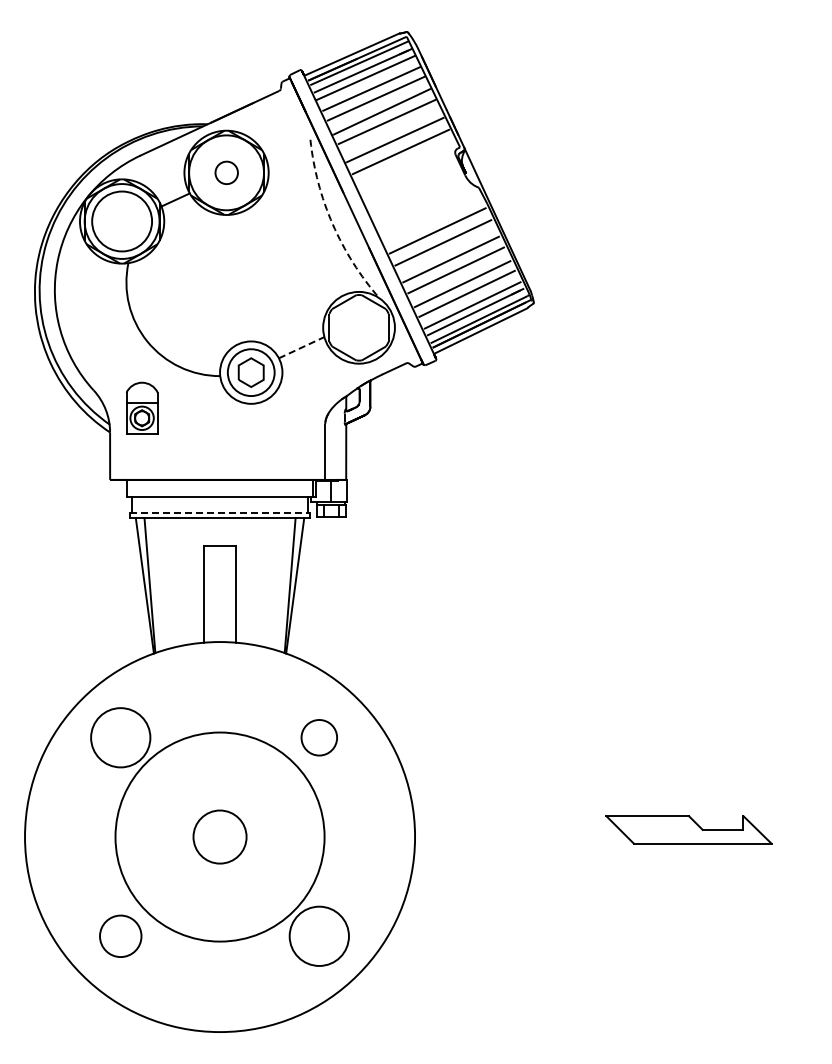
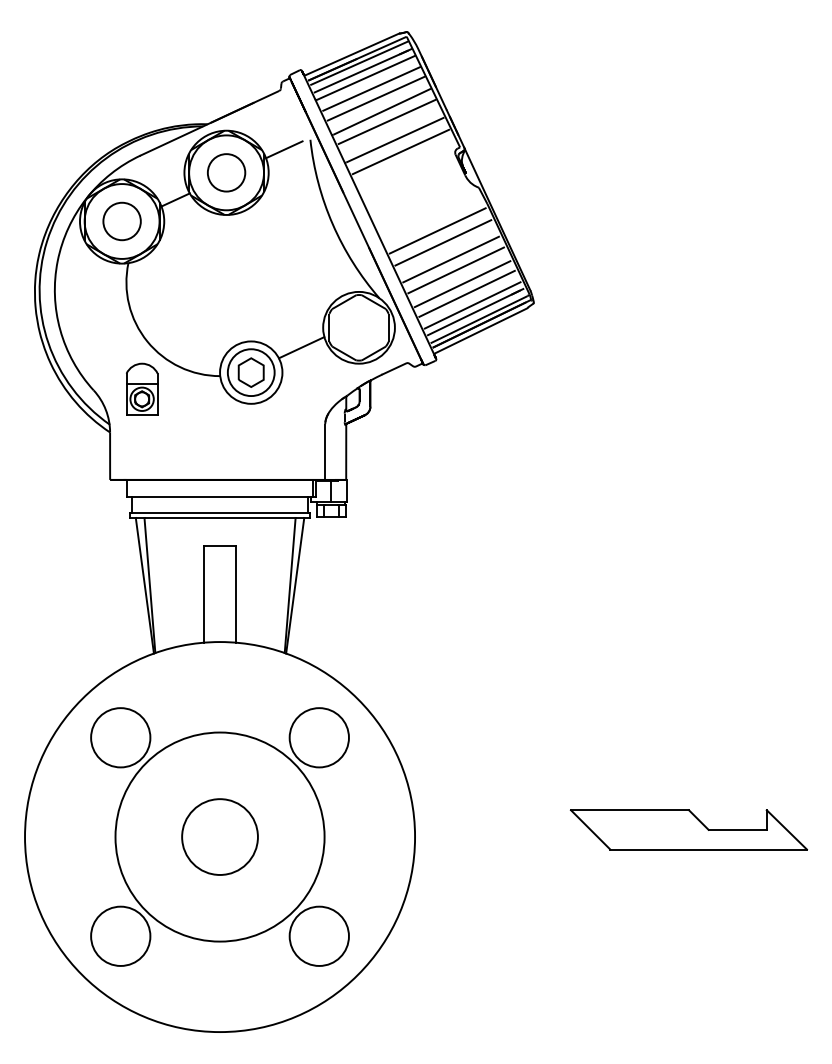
line at (284, 149): none -> present
circle at (226, 172) size: 25x25 px -> 40x40 px
circle at (122, 221) diameter: 60 px -> 37 px
arc at (332, 224): dashed -> solid
line at (302, 347): dashed -> solid
part at (142, 407) position: (142, 407) -> (142, 388)
line at (220, 512): dashed -> solid
circle at (319, 737) diameter: 36 px -> 59 px
part at (688, 829) size: 168x30 px -> 238x42 px
circle at (219, 836) diameter: 53 px -> 76 px
circle at (120, 936) diameter: 42 px -> 59 px
